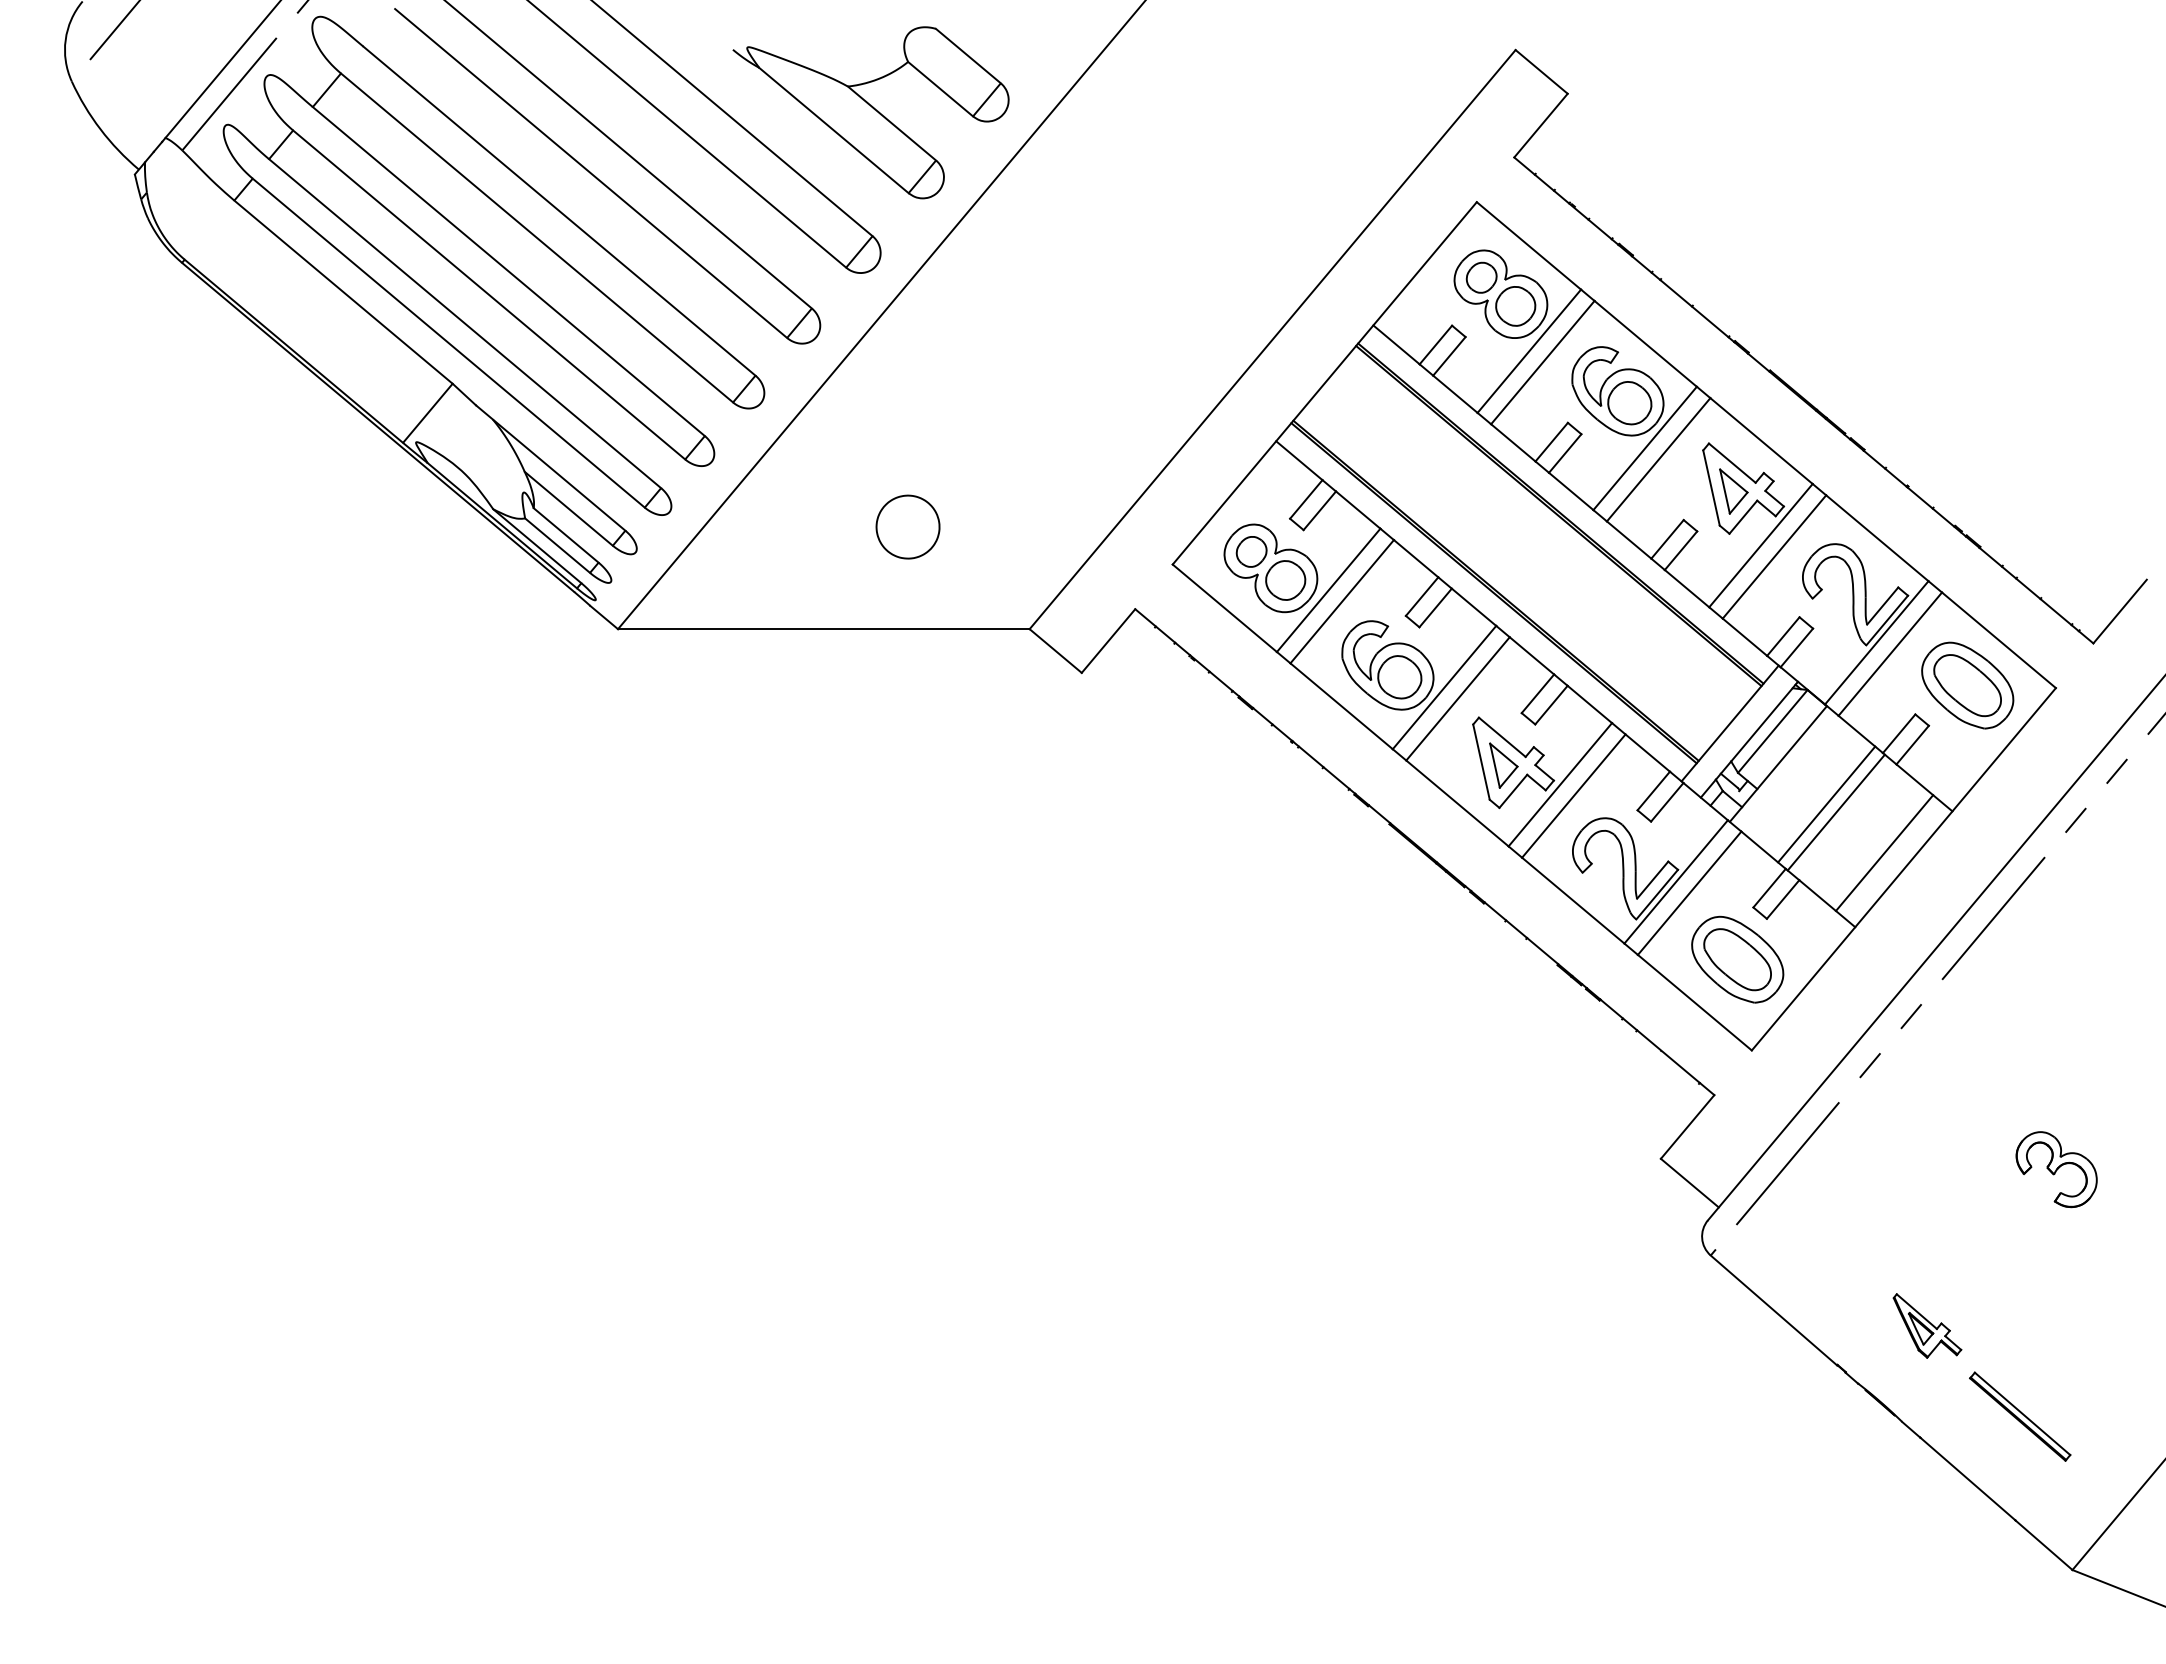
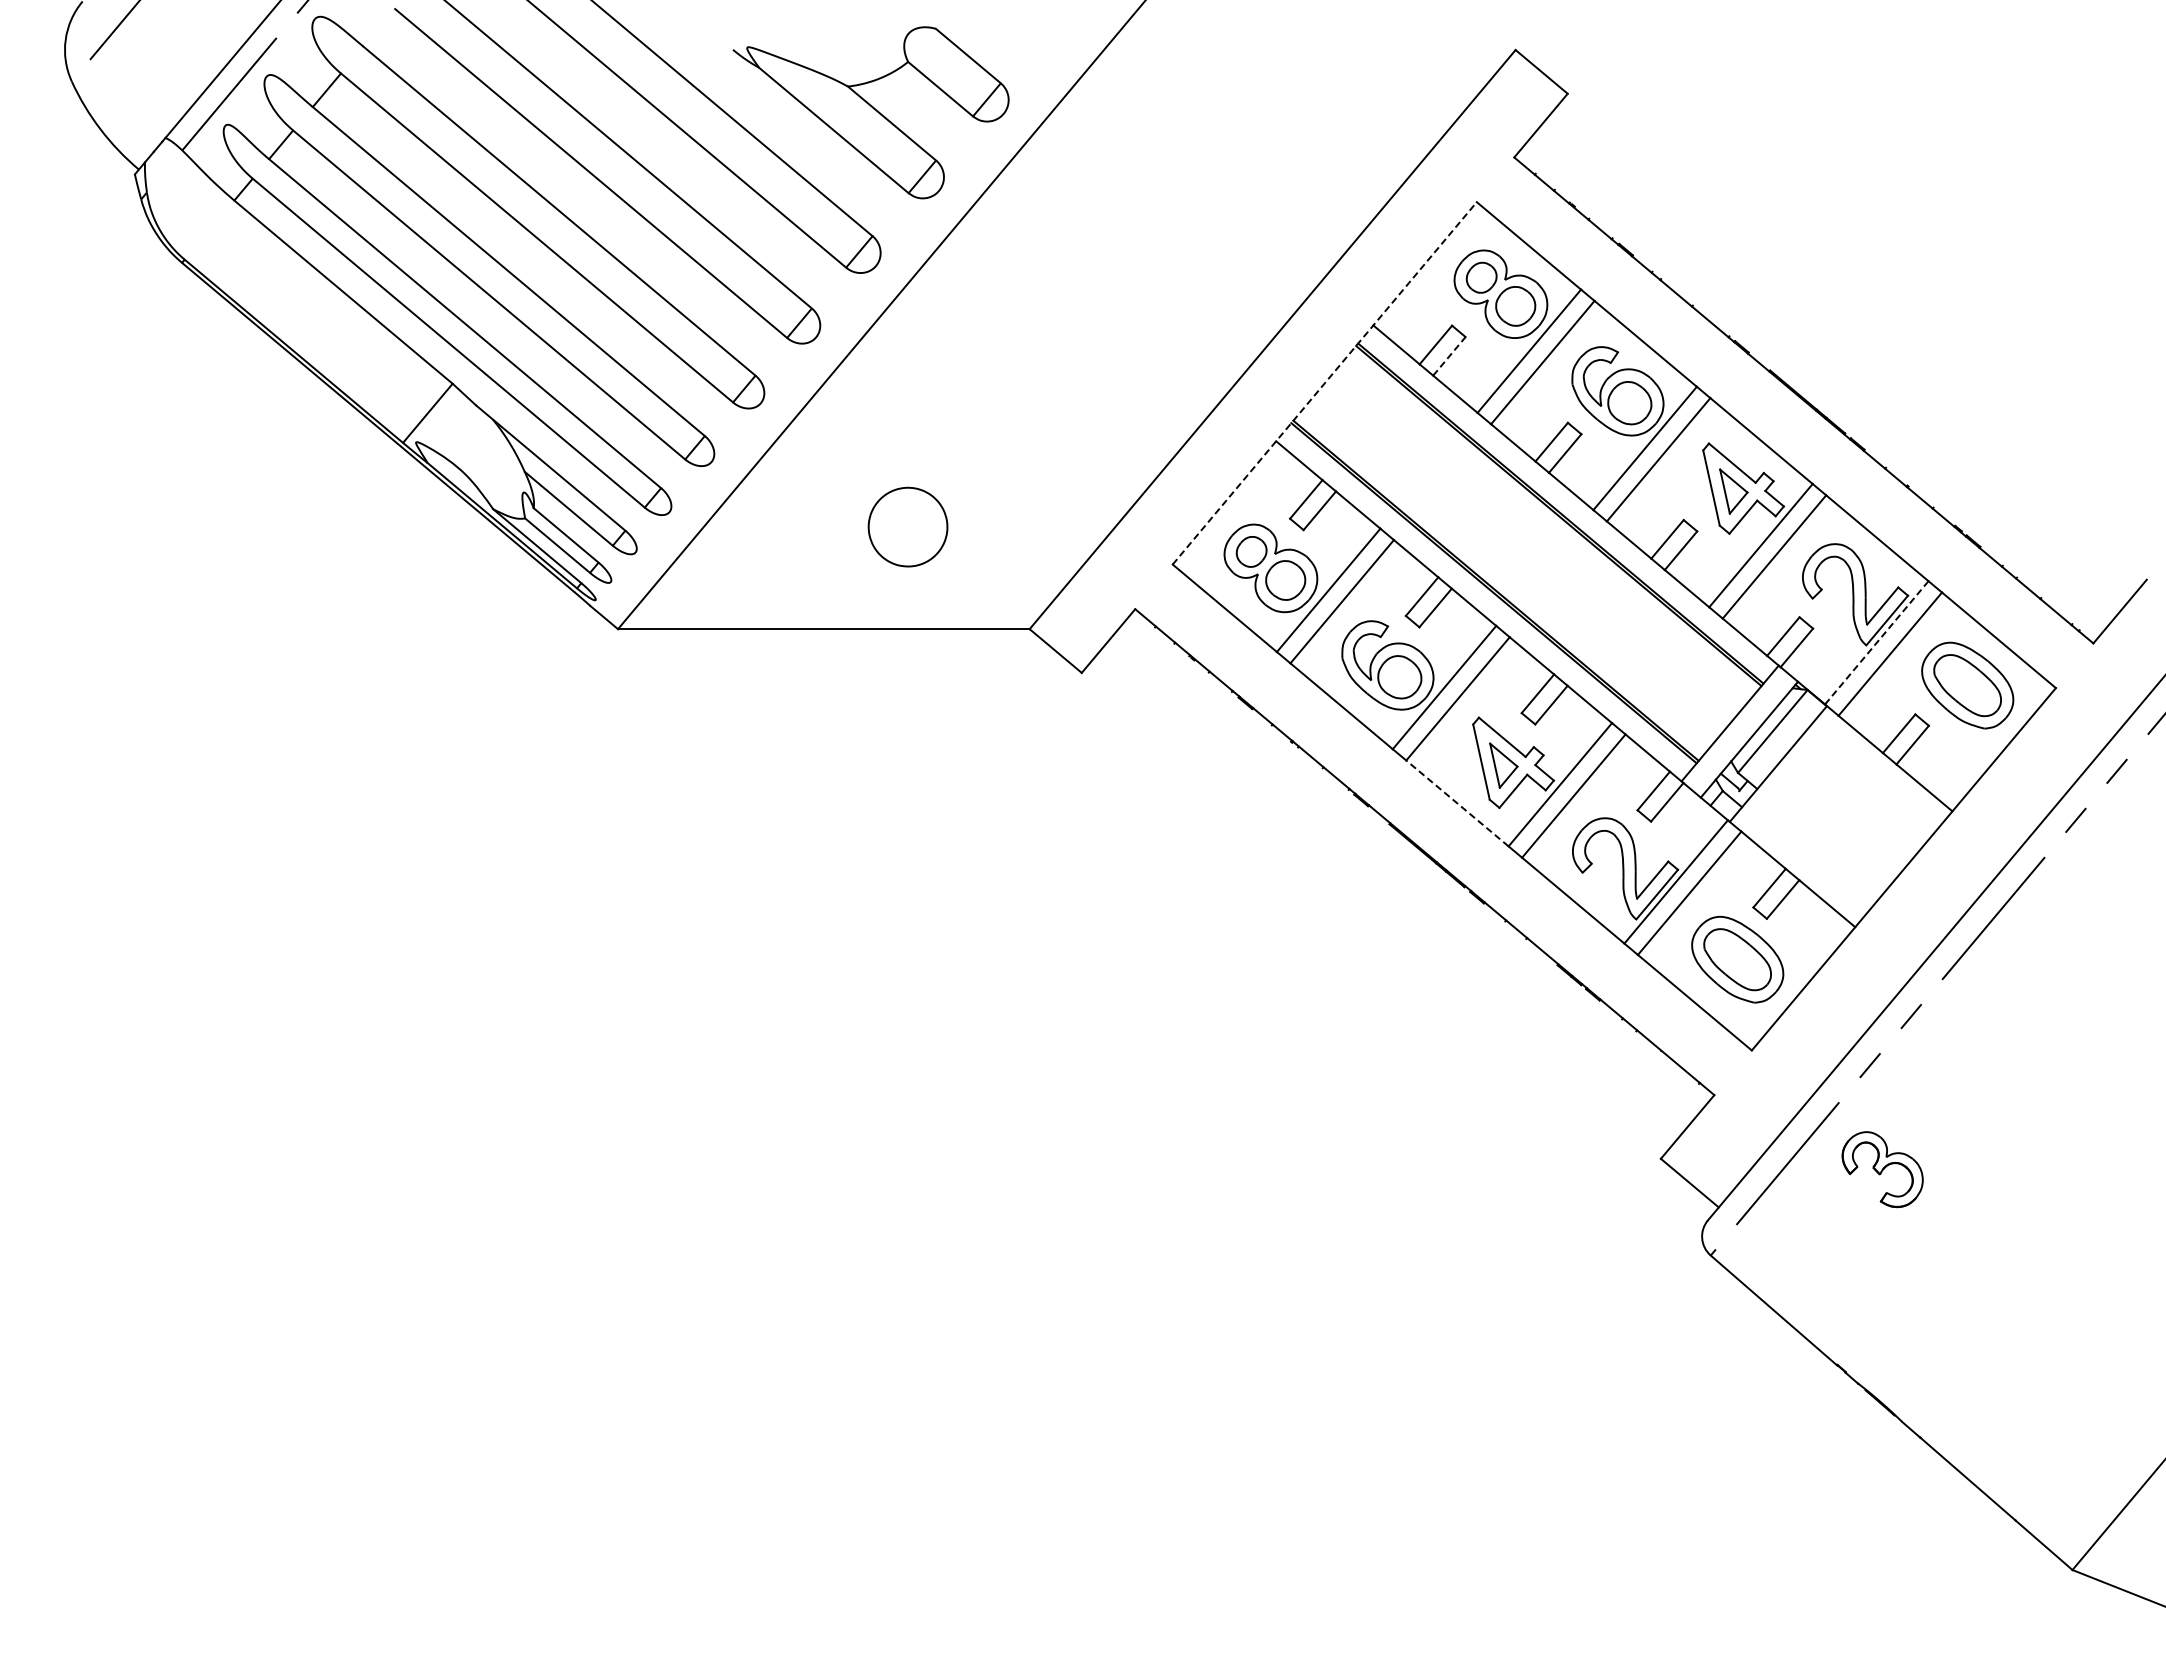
line at (1449, 355): solid -> dashed
line at (1324, 383): solid -> dashed
part at (907, 526) size: 66x66 px -> 82x82 px
line at (1876, 643): solid -> dashed
line at (1457, 803): solid -> dashed
line at (1826, 804): present -> none
line at (1835, 812): present -> none
line at (1884, 853): present -> none
part at (2056, 1169) position: (2056, 1169) -> (1882, 1169)
part at (1927, 1325): present -> none
part at (2020, 1416): present -> none
